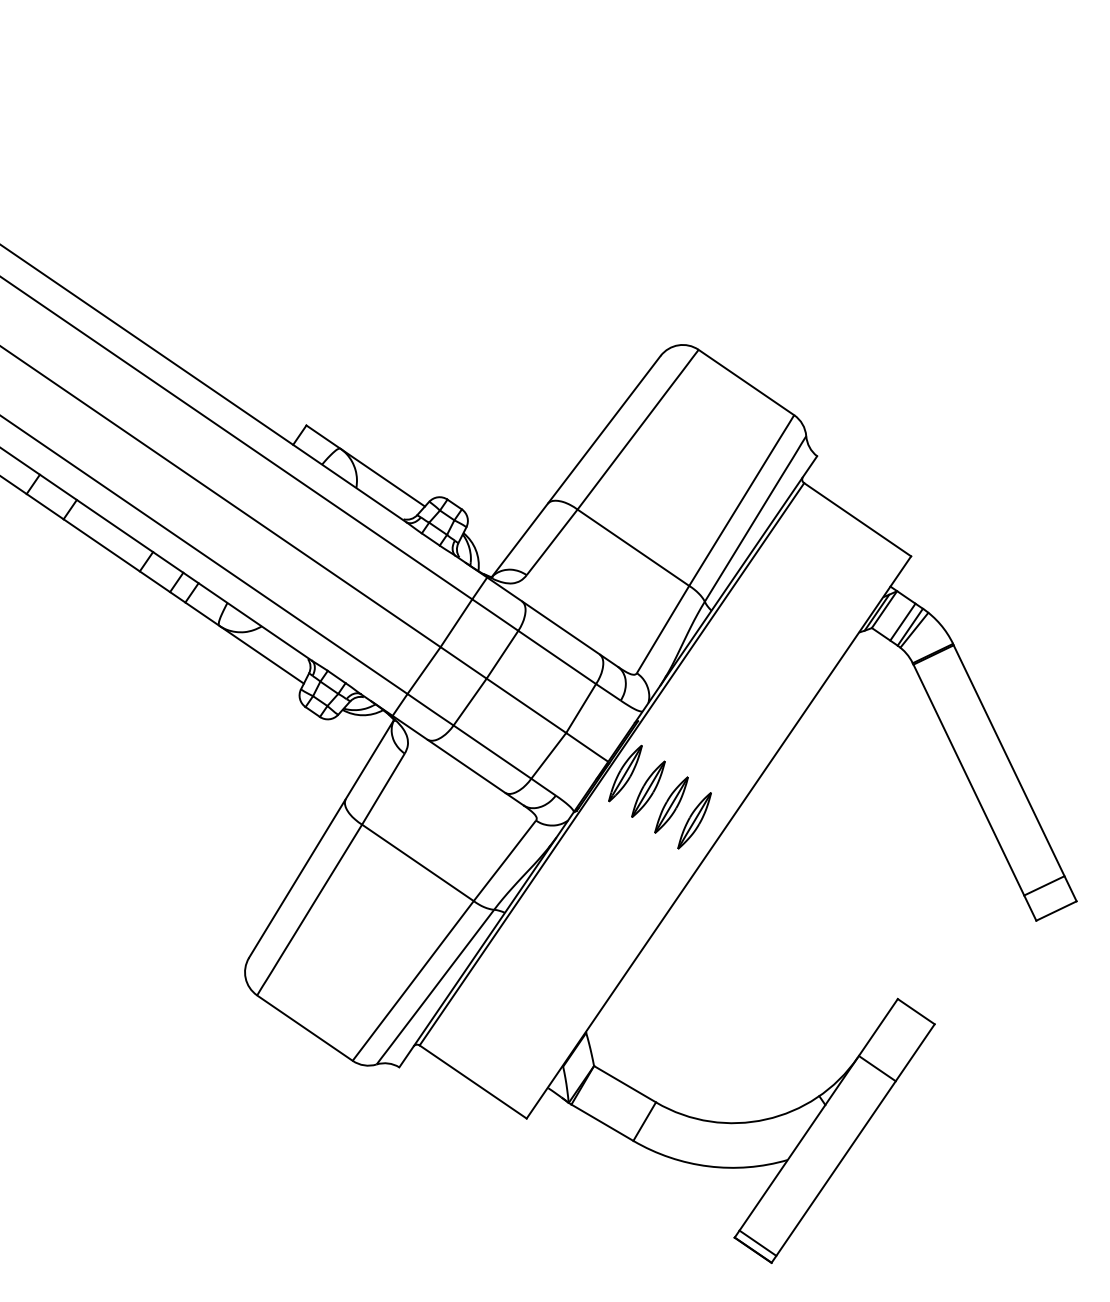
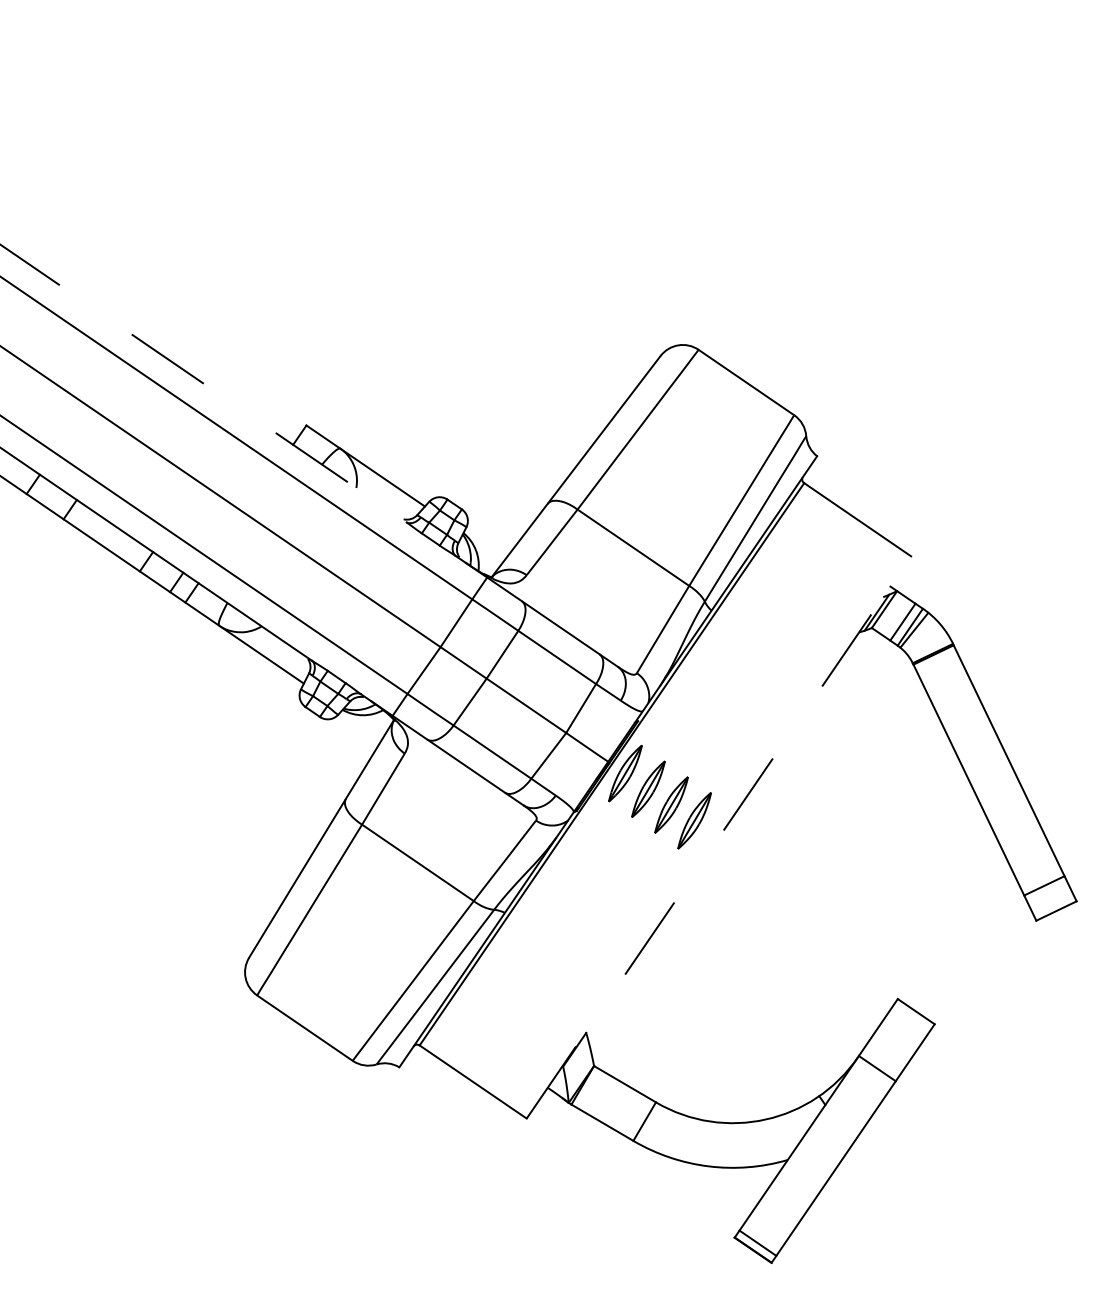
line at (203, 383): solid -> dashed
line at (718, 837): solid -> dashed
